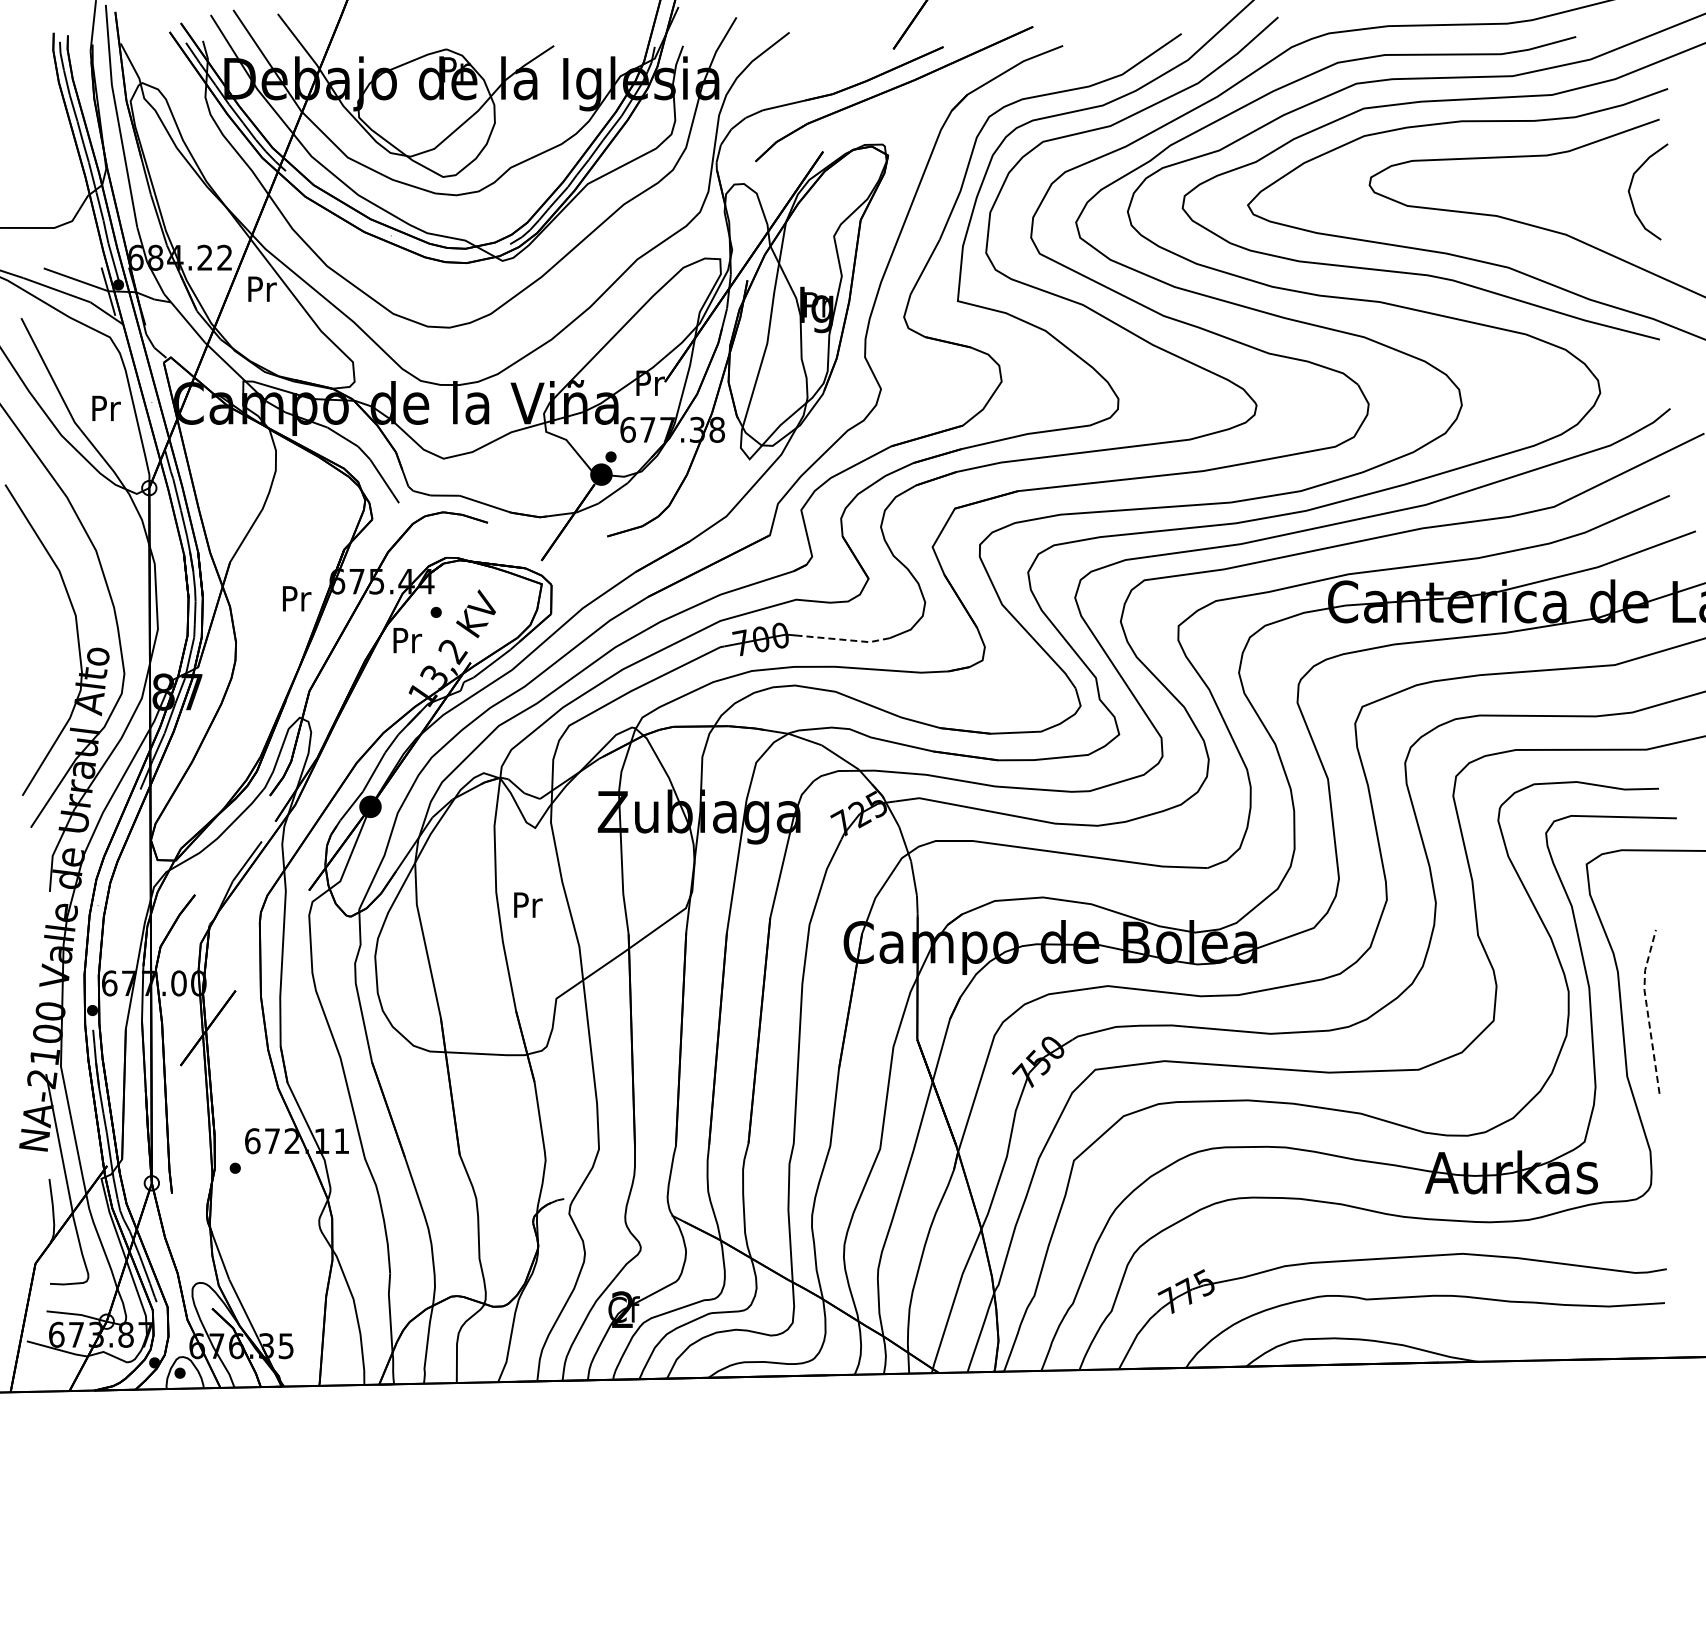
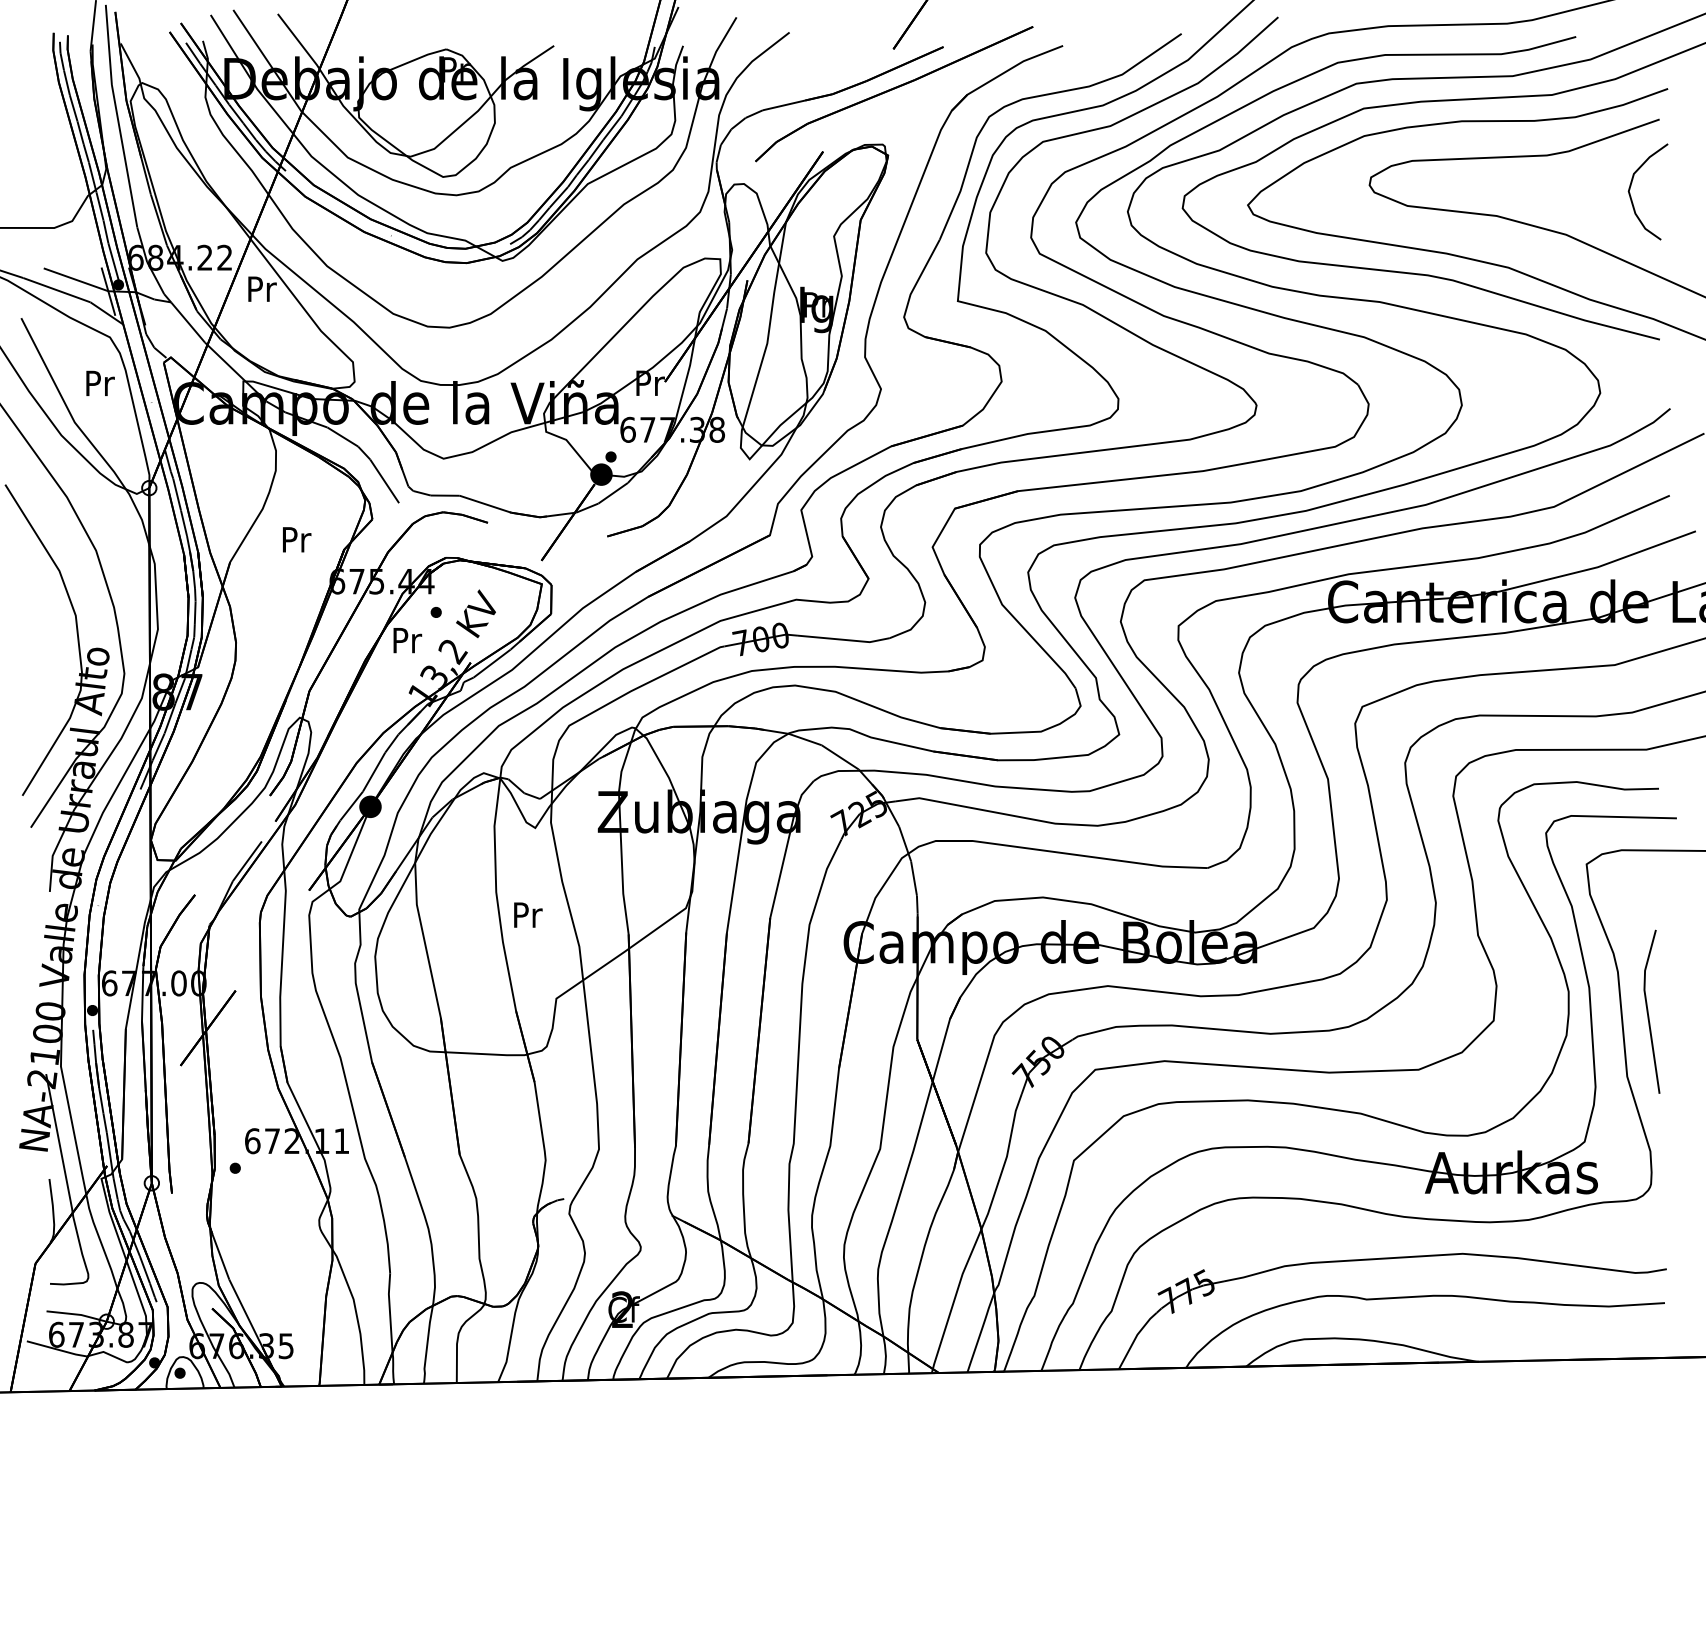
text at (106, 407) position: (106, 407) -> (100, 382)
text at (297, 598) position: (297, 598) -> (297, 539)
line at (844, 639): dashed -> solid
text at (528, 904) position: (528, 904) -> (528, 914)
line at (1647, 1009): dashed -> solid
